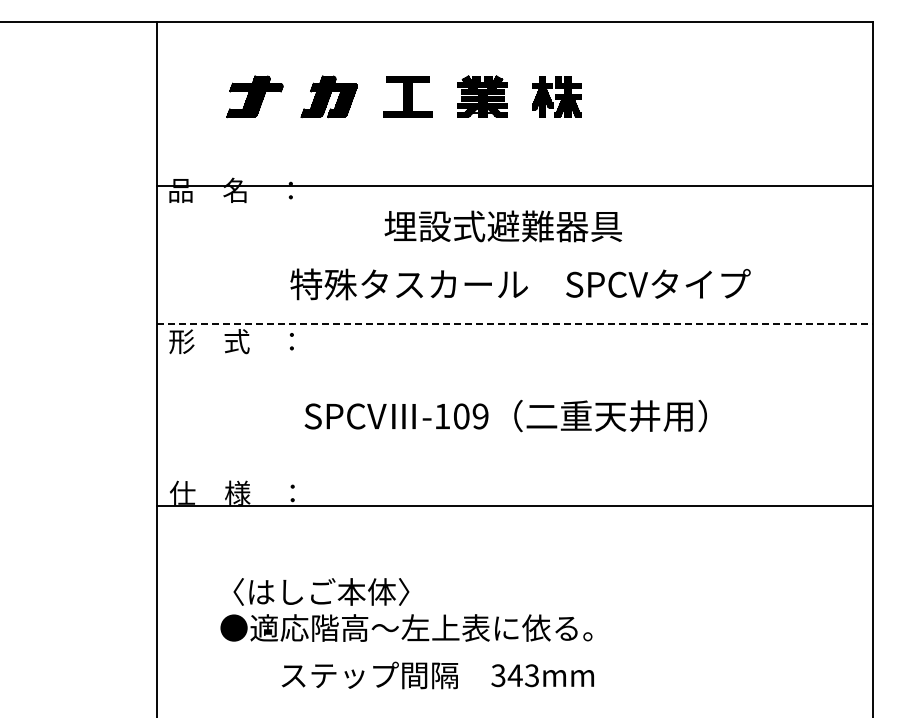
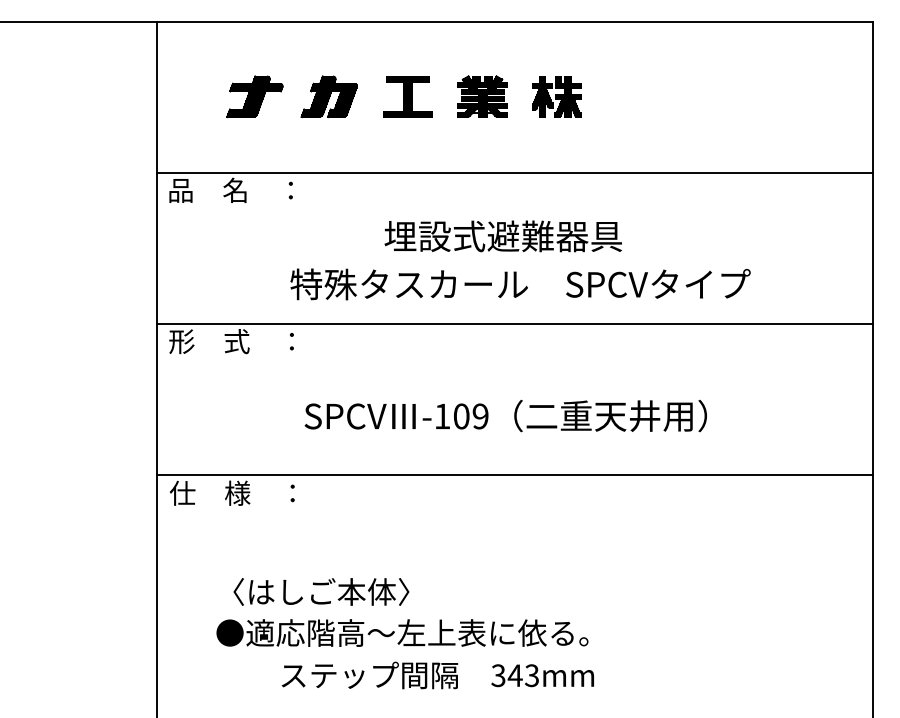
line at (515, 185) position: (515, 185) -> (515, 172)
text at (502, 226) position: (502, 226) -> (502, 236)
line at (515, 323): dashed -> solid
line at (515, 506) position: (515, 506) -> (515, 475)
text at (406, 627) position: (406, 627) -> (402, 632)
